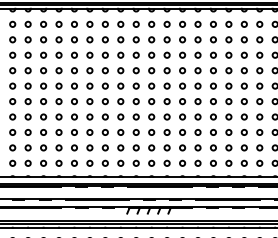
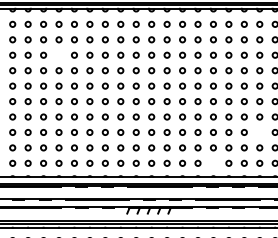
circle at (58, 54): present -> none
circle at (259, 132): present -> none
circle at (213, 162): present -> none
